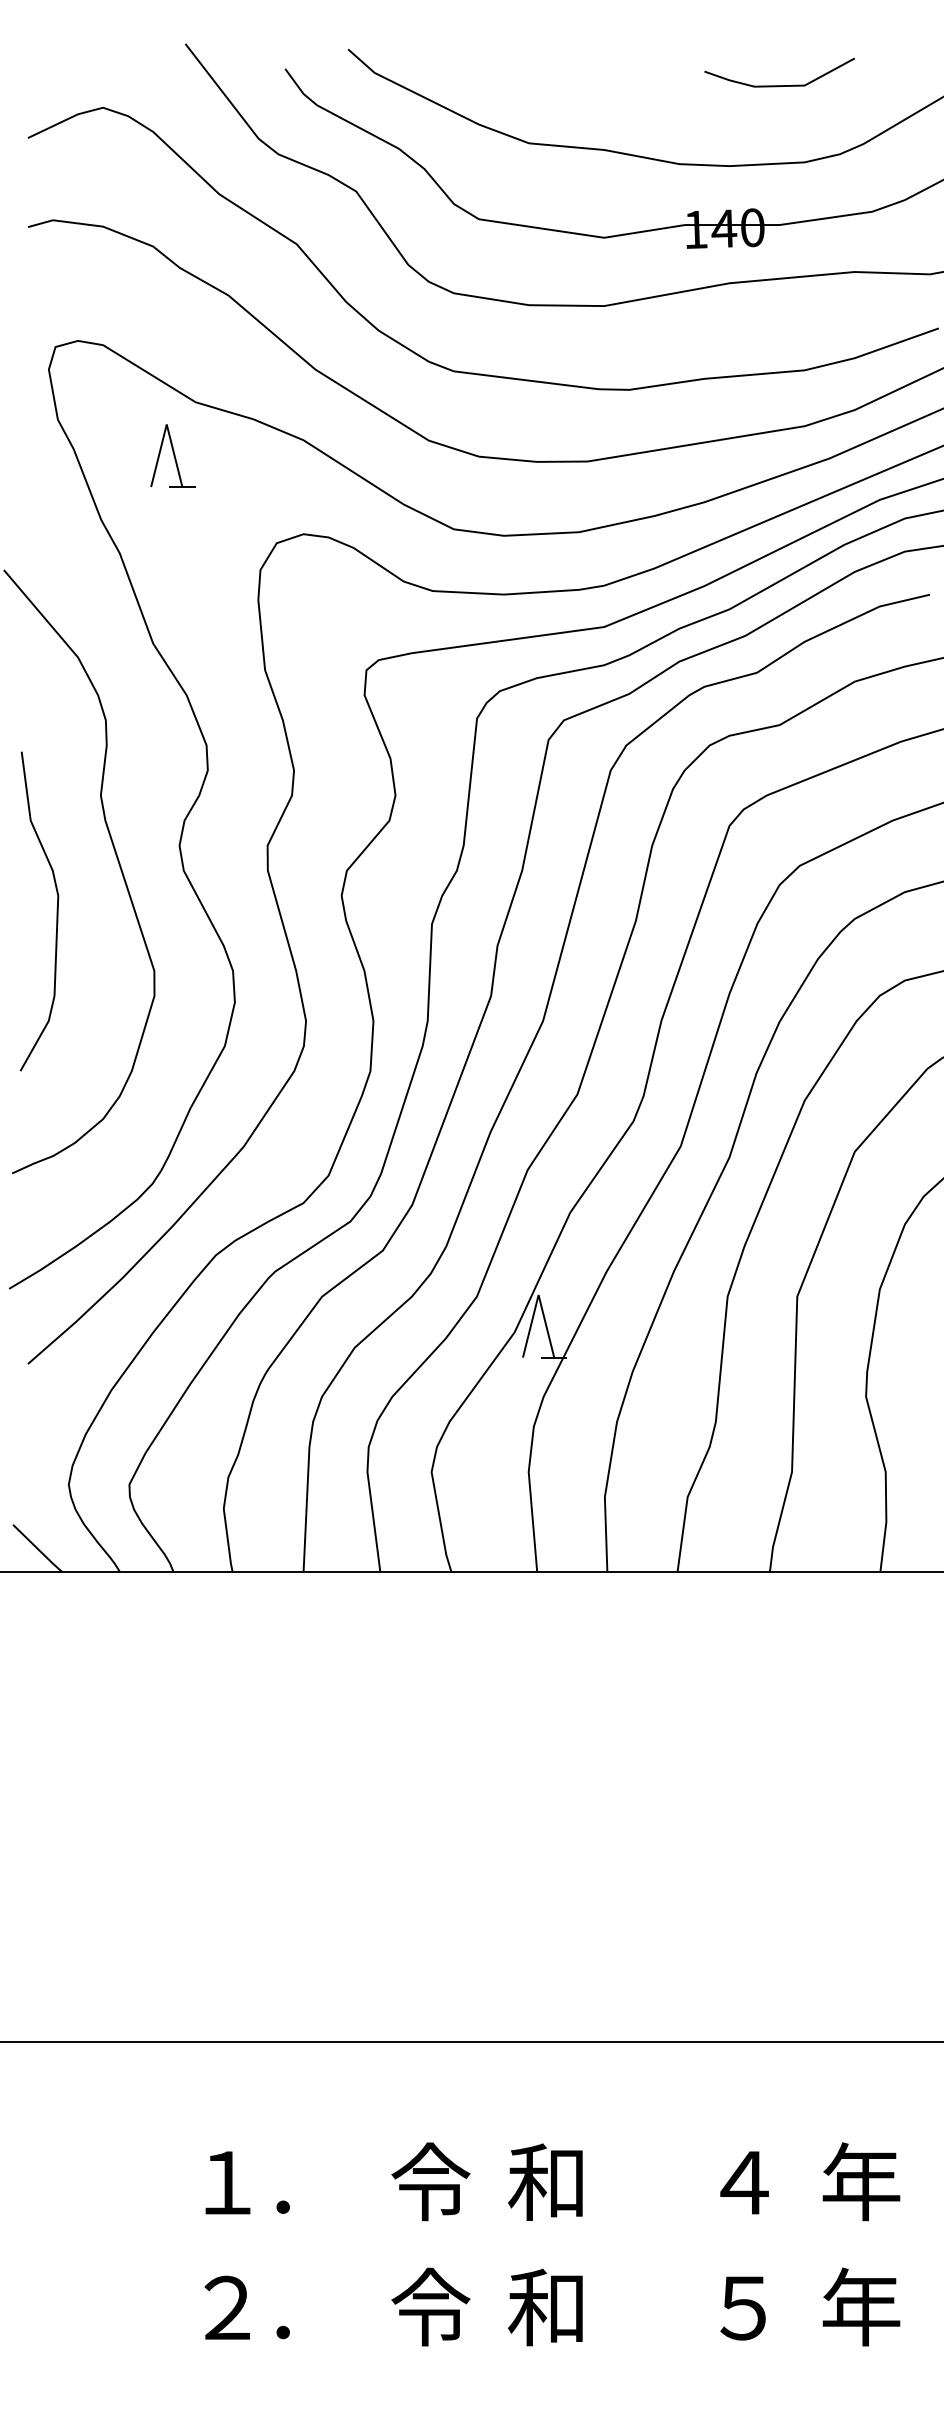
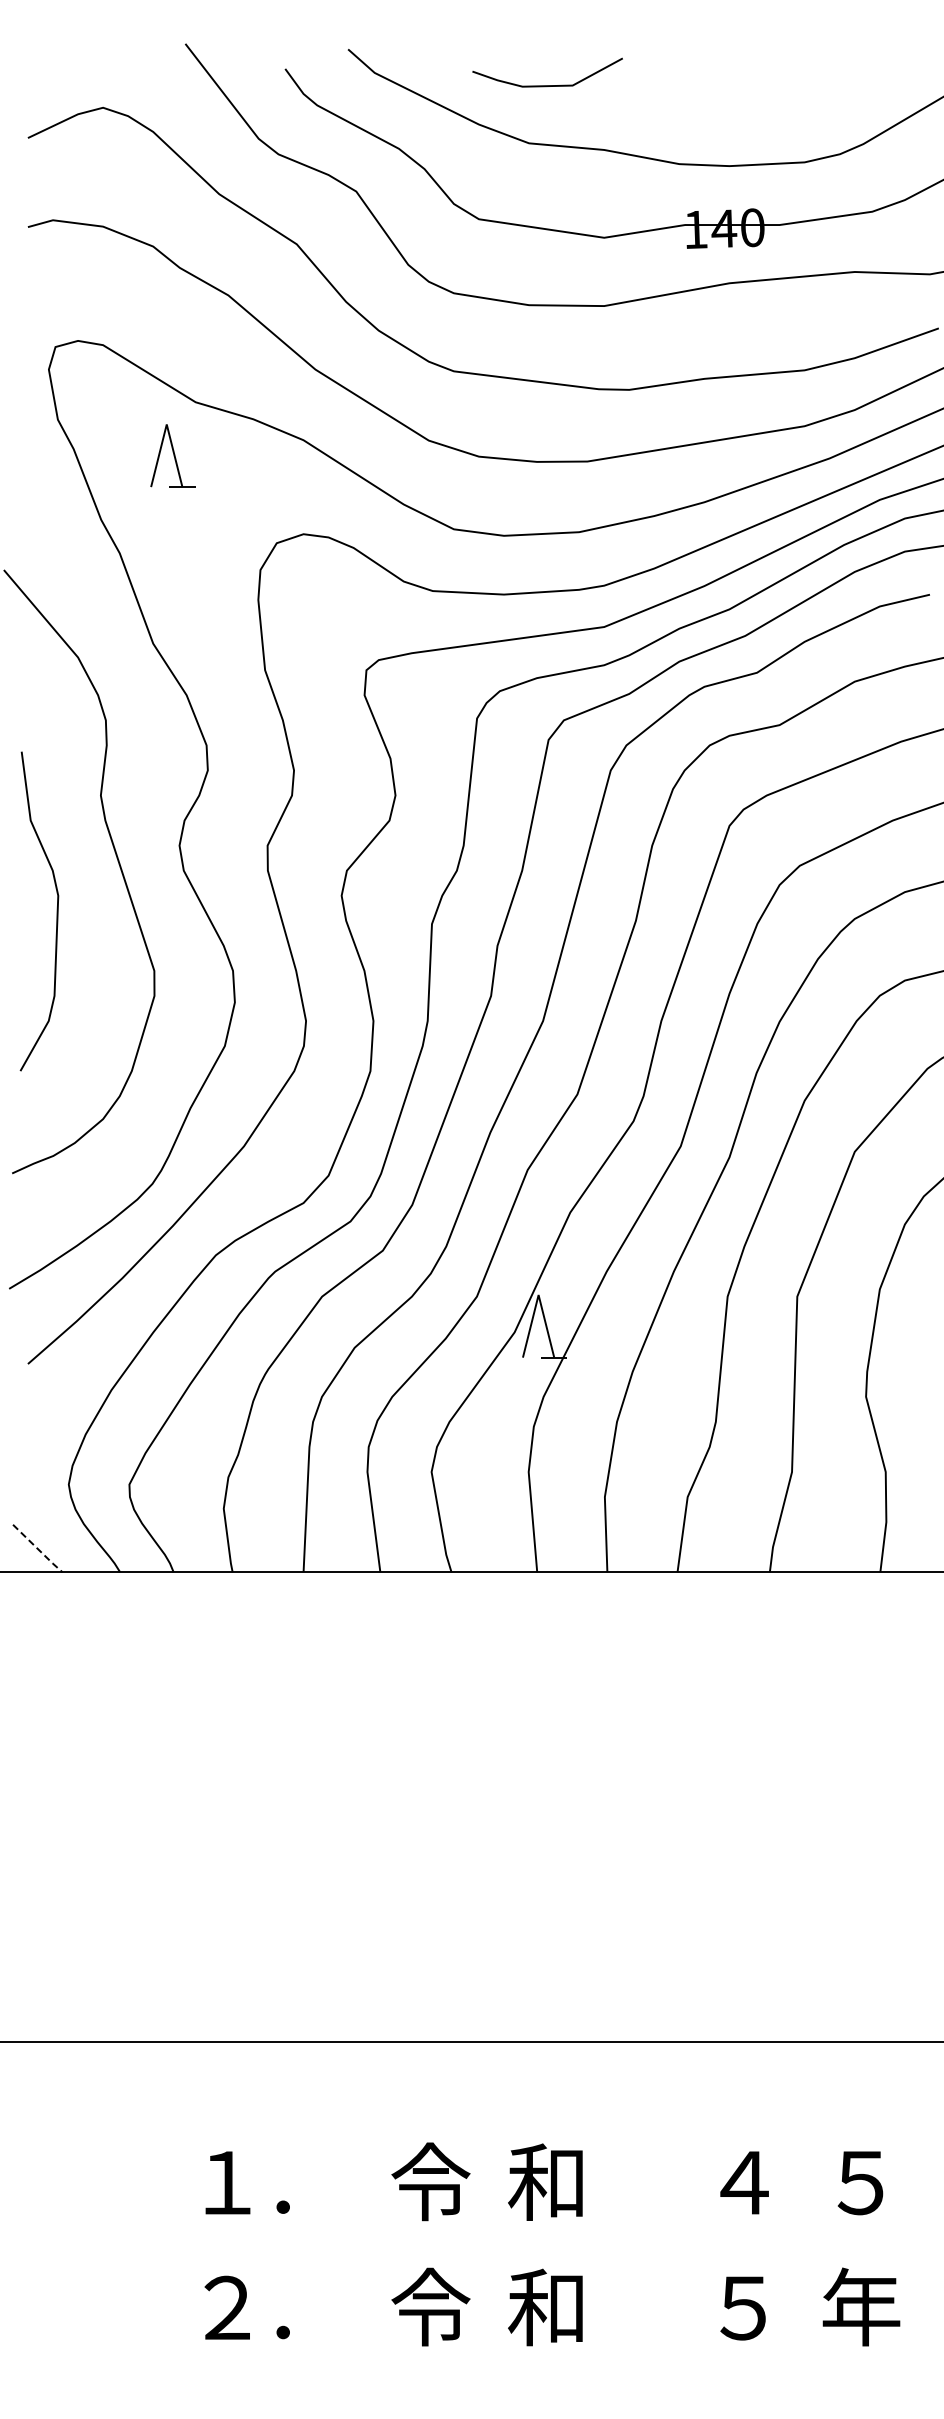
line at (779, 85) position: (779, 85) -> (547, 85)
line at (38, 1549): solid -> dashed
text at (861, 2181): 年 -> ５
